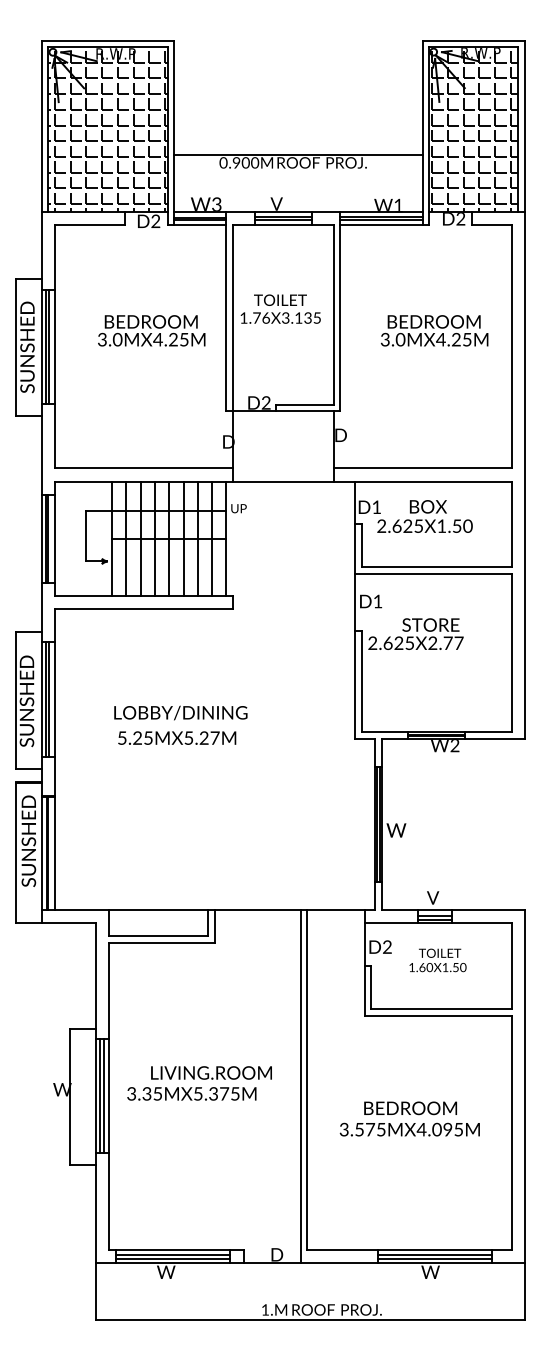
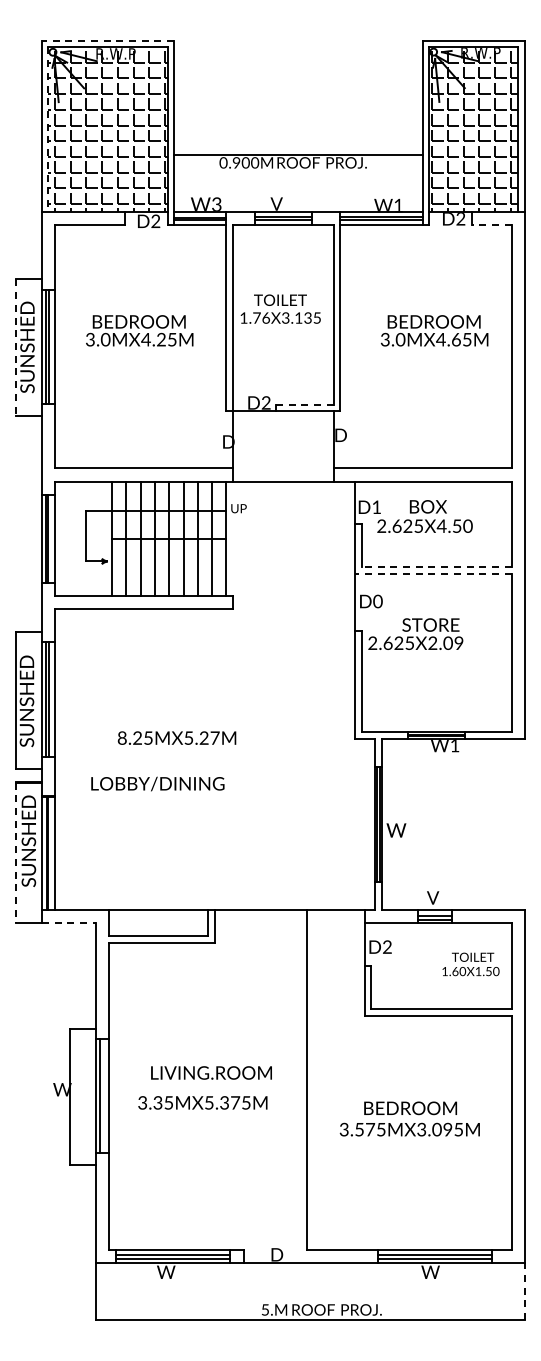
line at (107, 40): solid -> dashed
line at (48, 130): solid -> dashed
line at (492, 225): solid -> dashed
text at (151, 330) position: (151, 330) -> (139, 330)
text at (456, 339): 3.0MX4.25M -> 3.0MX4.65M
line at (16, 348): solid -> dashed
line at (304, 404): solid -> dashed
text at (441, 525): 2.625X1.50 -> 2.625X4.50
line at (436, 567): solid -> dashed
line at (432, 573): solid -> dashed
text at (377, 601): D1 -> D0
text at (453, 642): 2.625X2.77 -> 2.625X2.09
text at (180, 712) position: (180, 712) -> (157, 783)
text at (121, 737): 5.25MX5.27M -> 8.25MX5.27M
text at (454, 746): W2 -> W1
line at (16, 853): solid -> dashed
line at (69, 923): solid -> dashed
text at (437, 960) position: (437, 960) -> (470, 964)
line at (300, 1086): present -> none
text at (191, 1093) position: (191, 1093) -> (202, 1102)
line at (103, 1096): present -> none
text at (421, 1129): 3.575MX4.095M -> 3.575MX3.095M
line at (524, 1291): solid -> dashed
text at (264, 1309): 1.M -> 5.M
